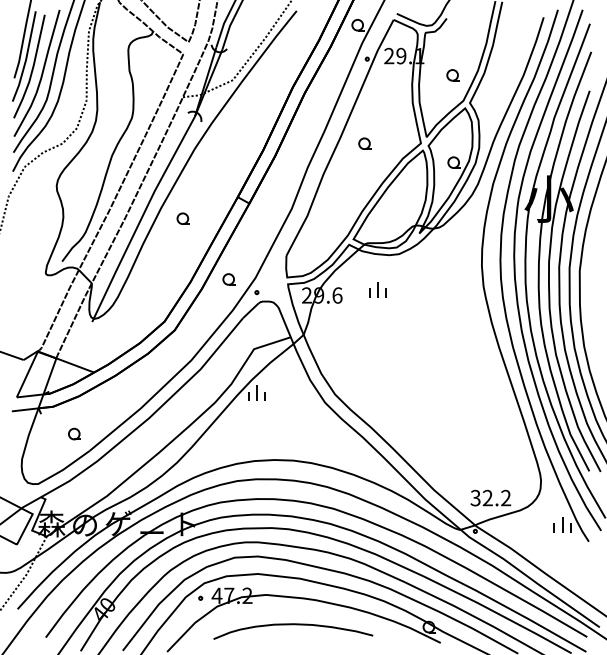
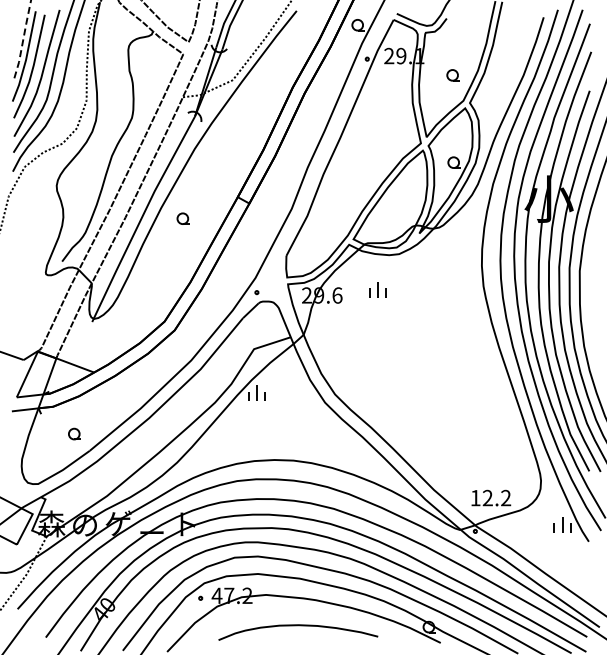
line at (23, 39): solid -> dashed
part at (364, 143): present -> none
part at (228, 279): present -> none
text at (475, 497): 32.2 -> 12.2
curve at (293, 625) position: (293, 625) -> (298, 626)
